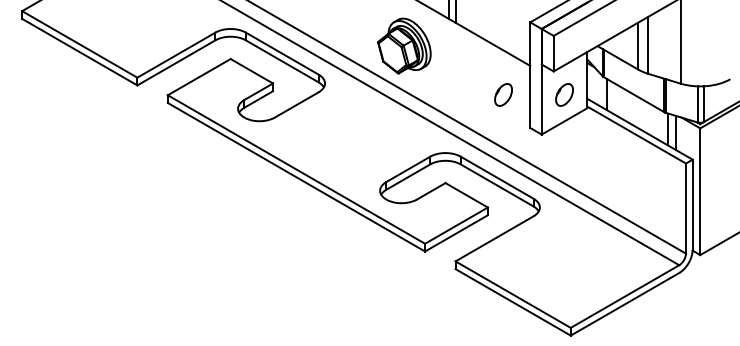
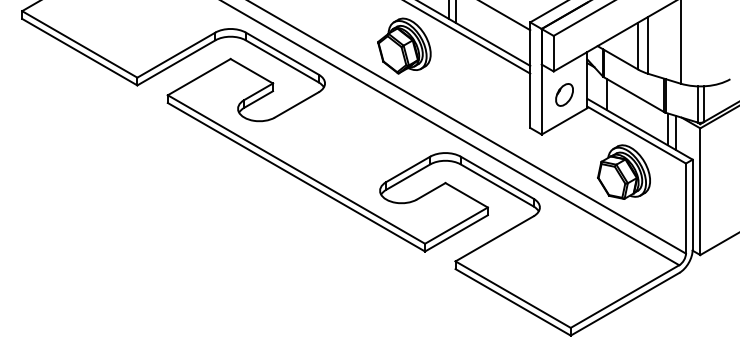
line at (505, 16): none -> present
line at (468, 37): none -> present
part at (503, 94): present -> none
part at (623, 171): none -> present
